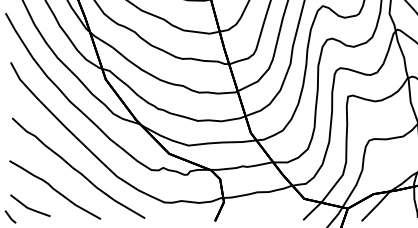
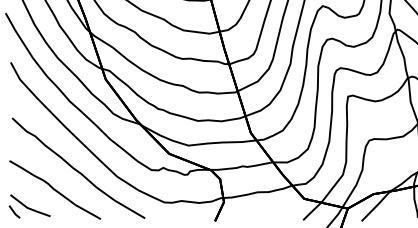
line at (10, 216) position: (10, 216) -> (14, 211)
